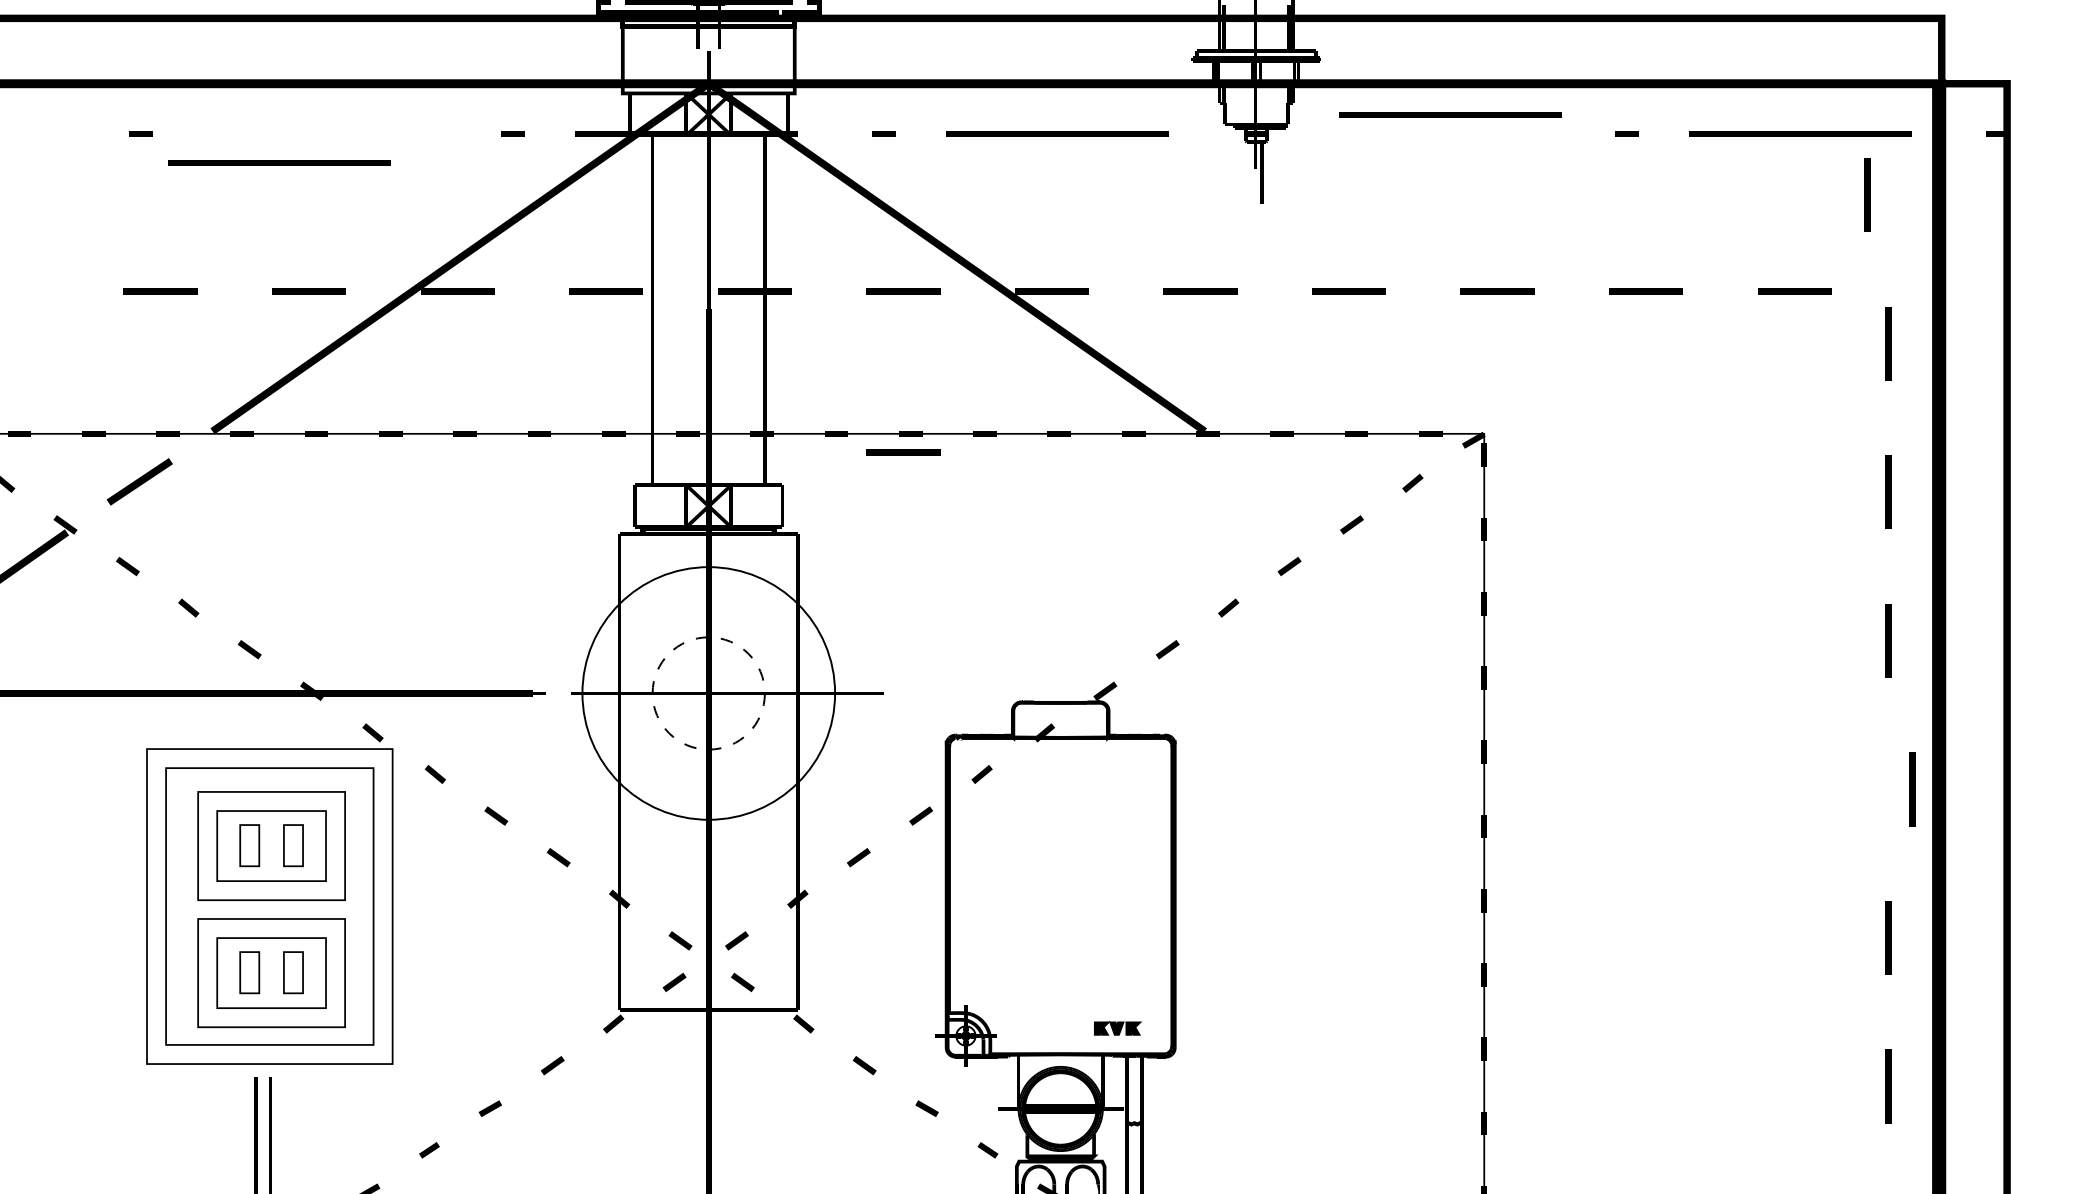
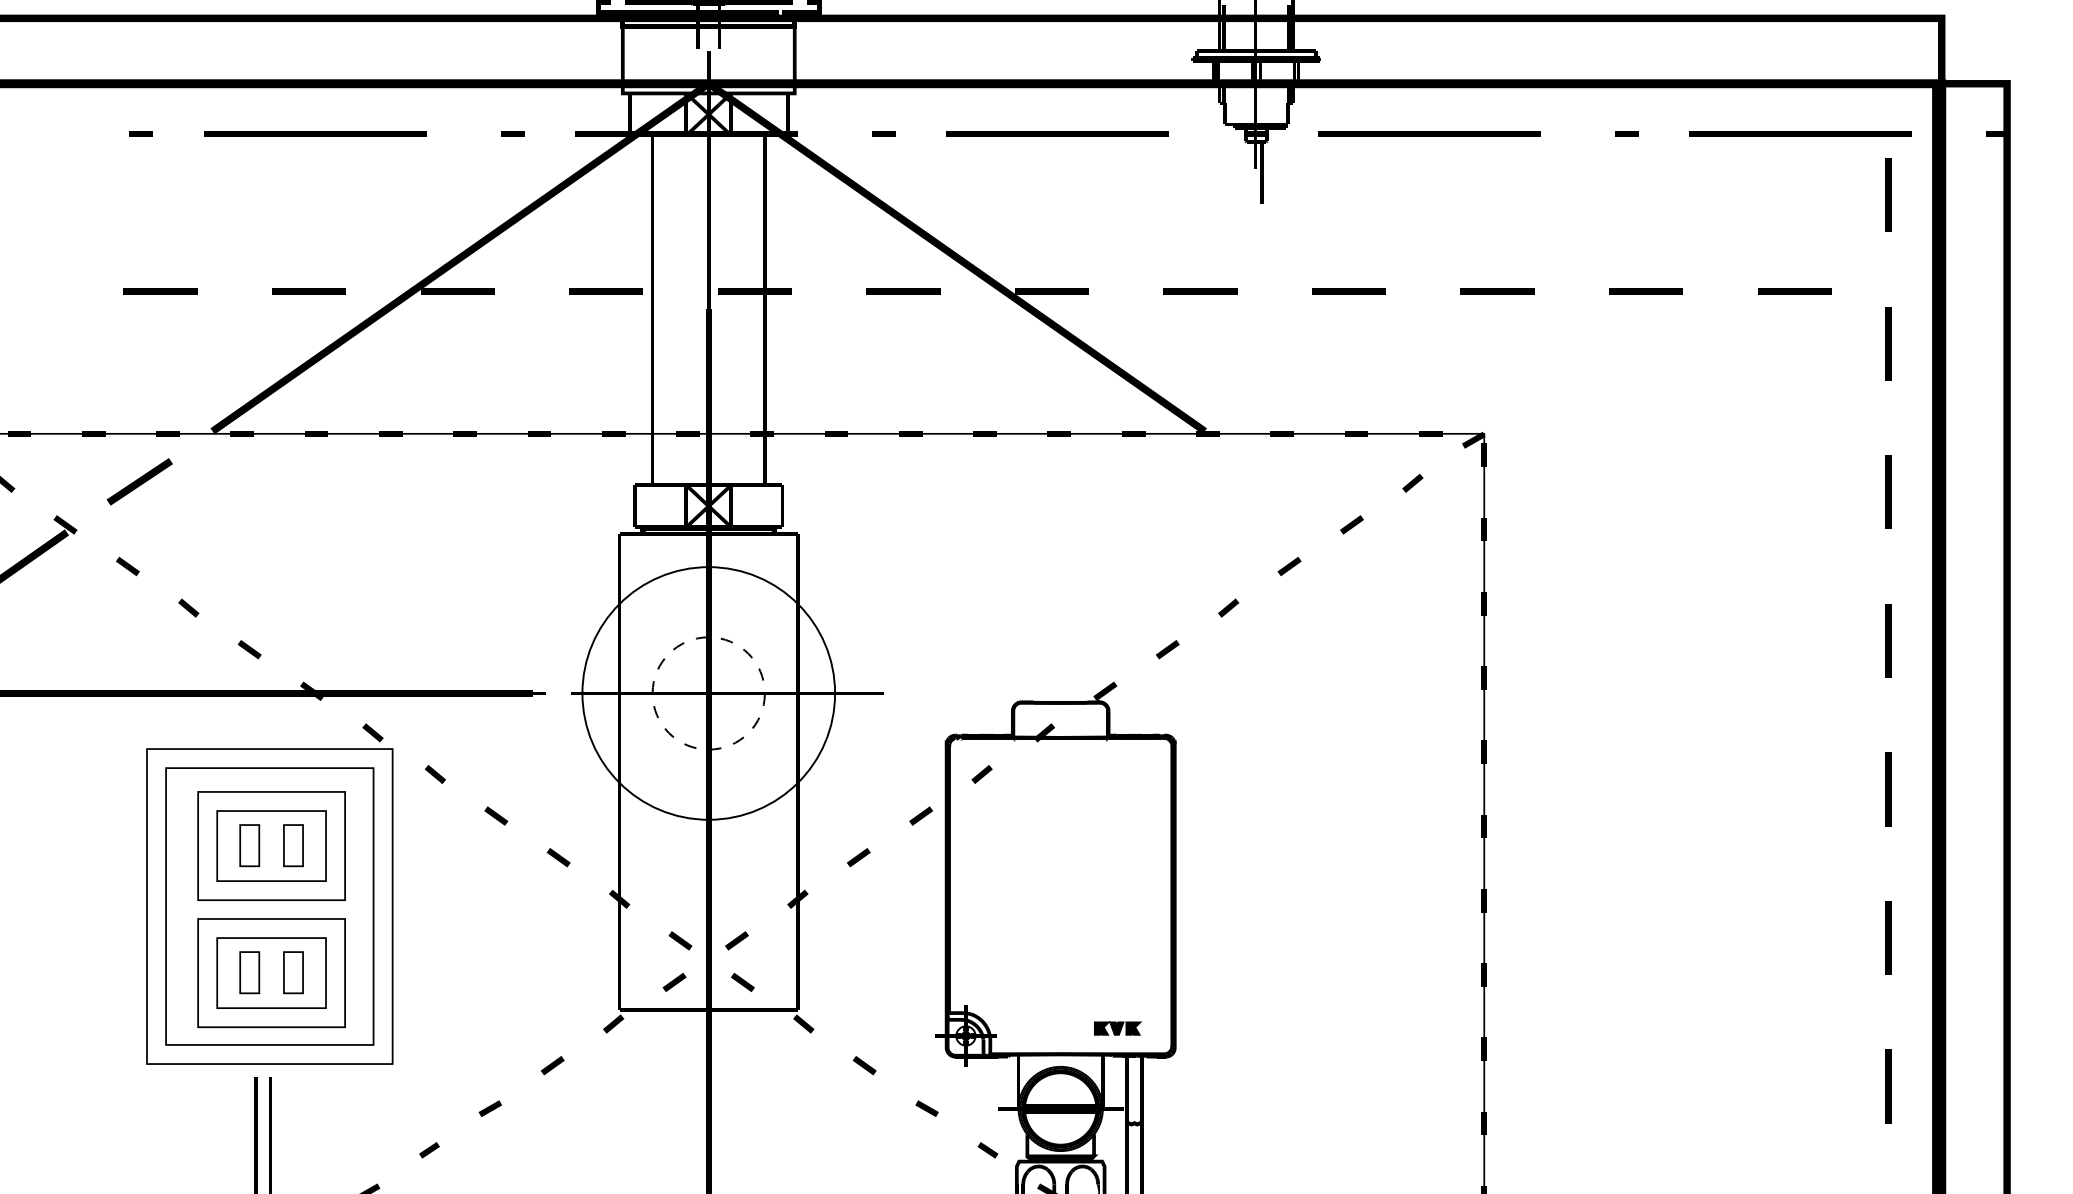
line at (1450, 114) position: (1450, 114) -> (1429, 133)
line at (279, 162) position: (279, 162) -> (315, 133)
line at (1867, 194) position: (1867, 194) -> (1888, 194)
line at (903, 452): present -> none
line at (1912, 789) position: (1912, 789) -> (1888, 789)
